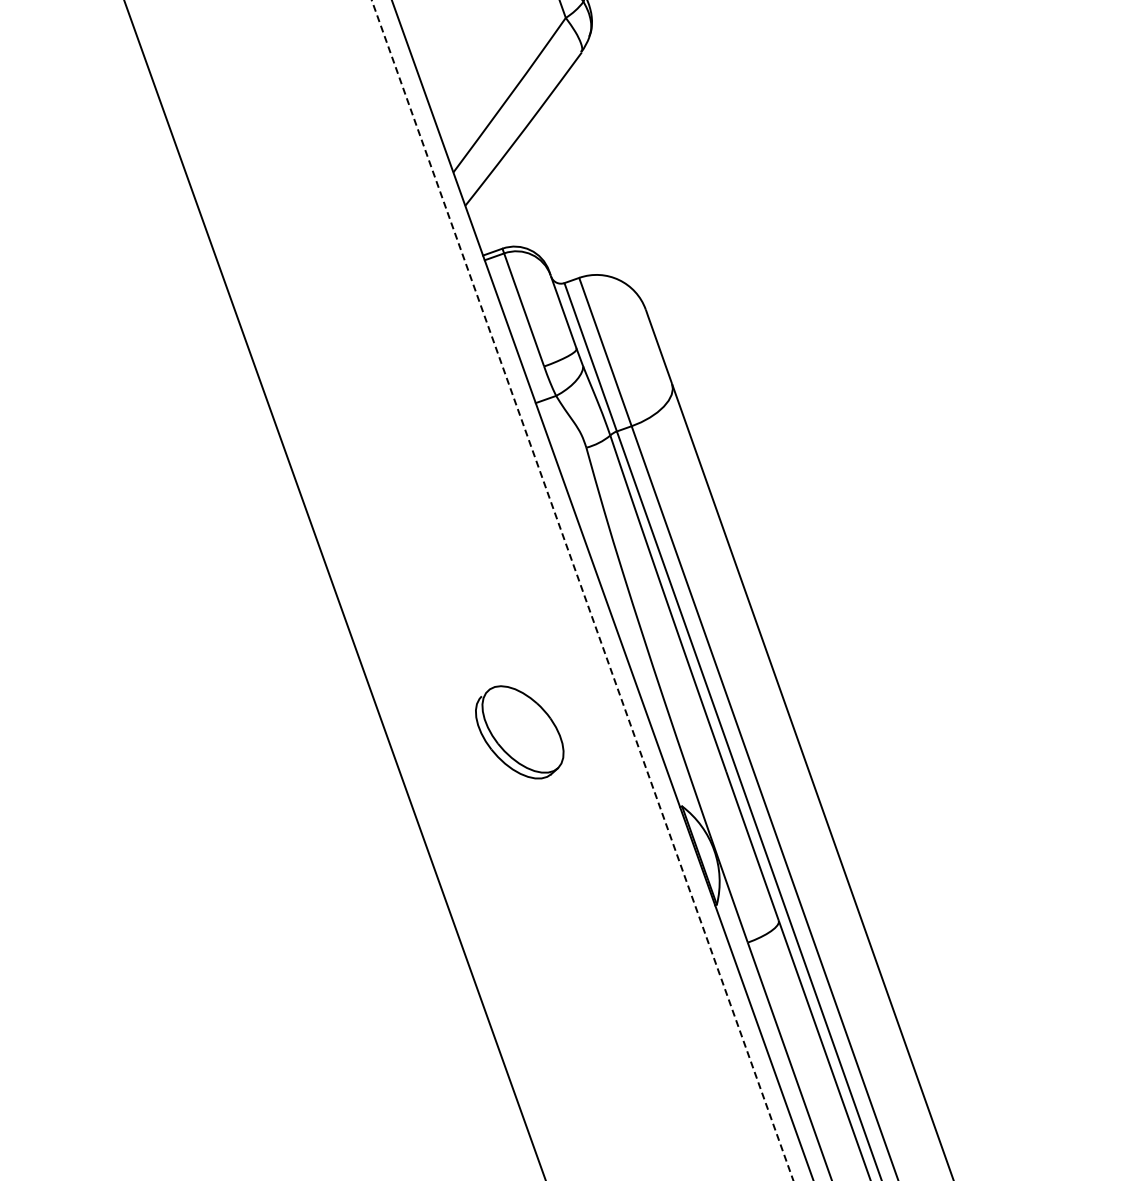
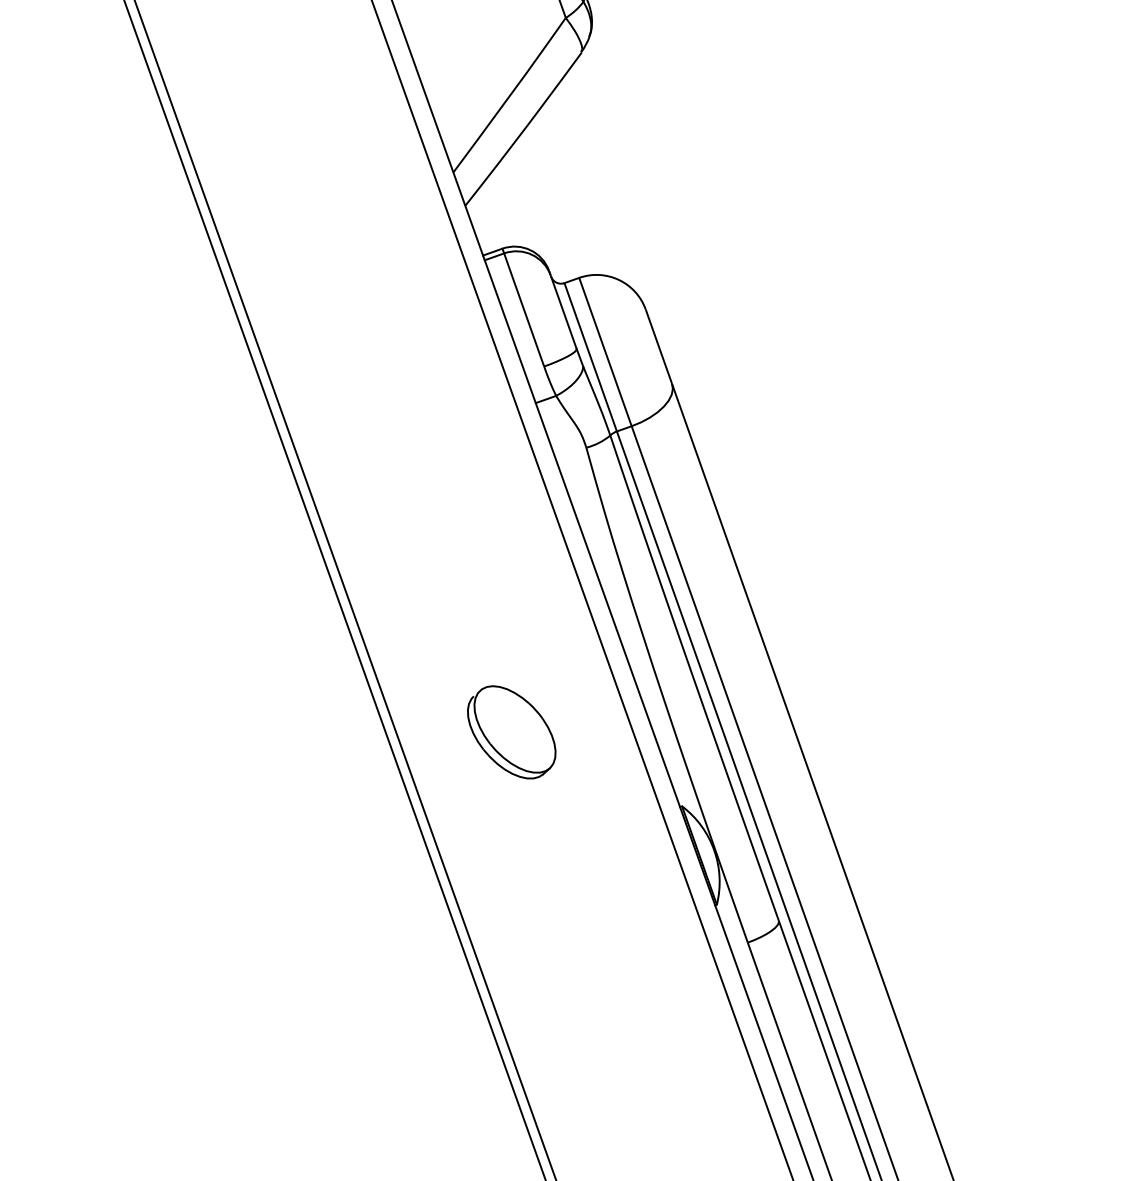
line at (345, 589): none -> present
line at (582, 590): dashed -> solid
part at (519, 732) position: (519, 732) -> (511, 732)
